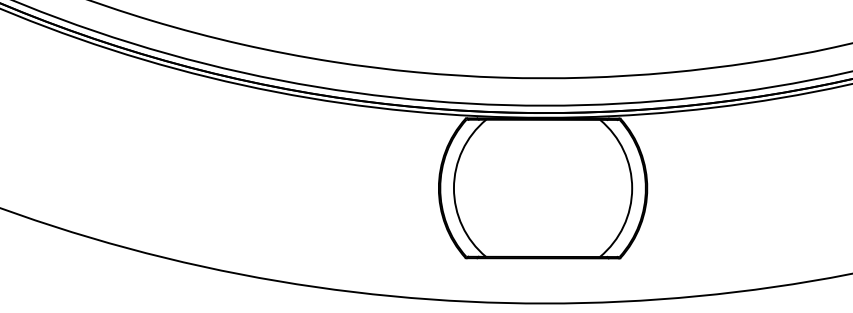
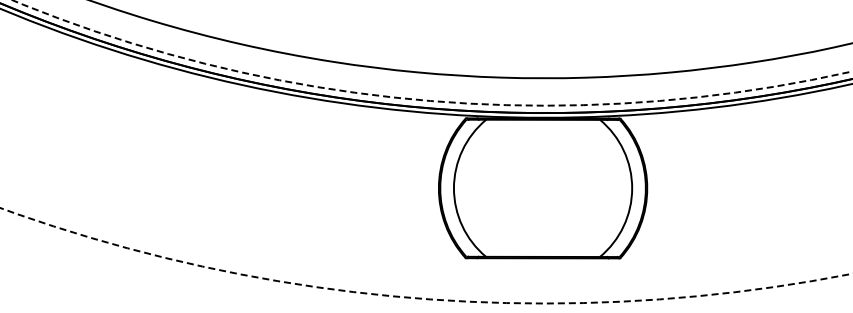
arc at (426, 100): solid -> dashed
arc at (423, 298): solid -> dashed
